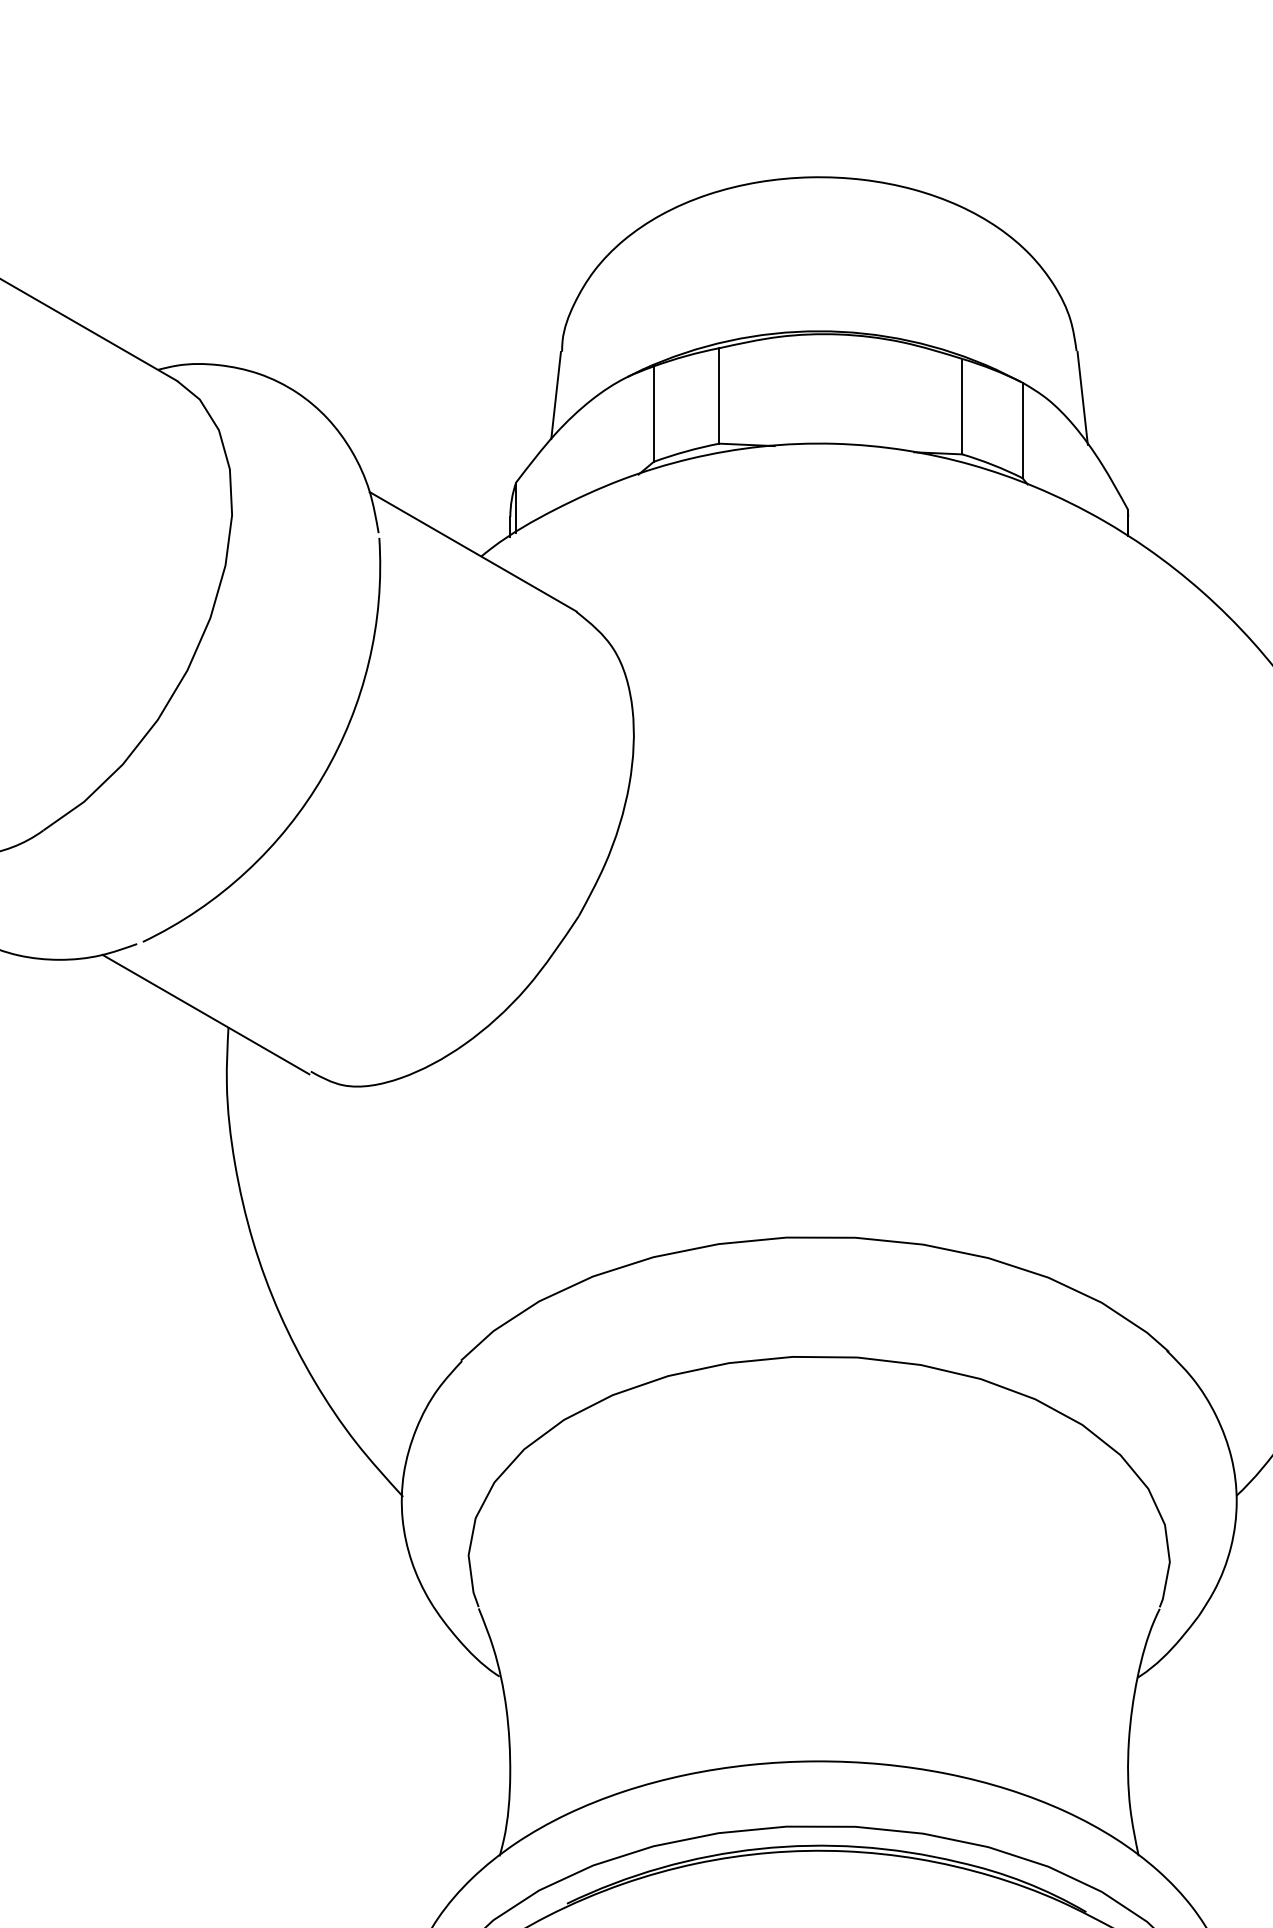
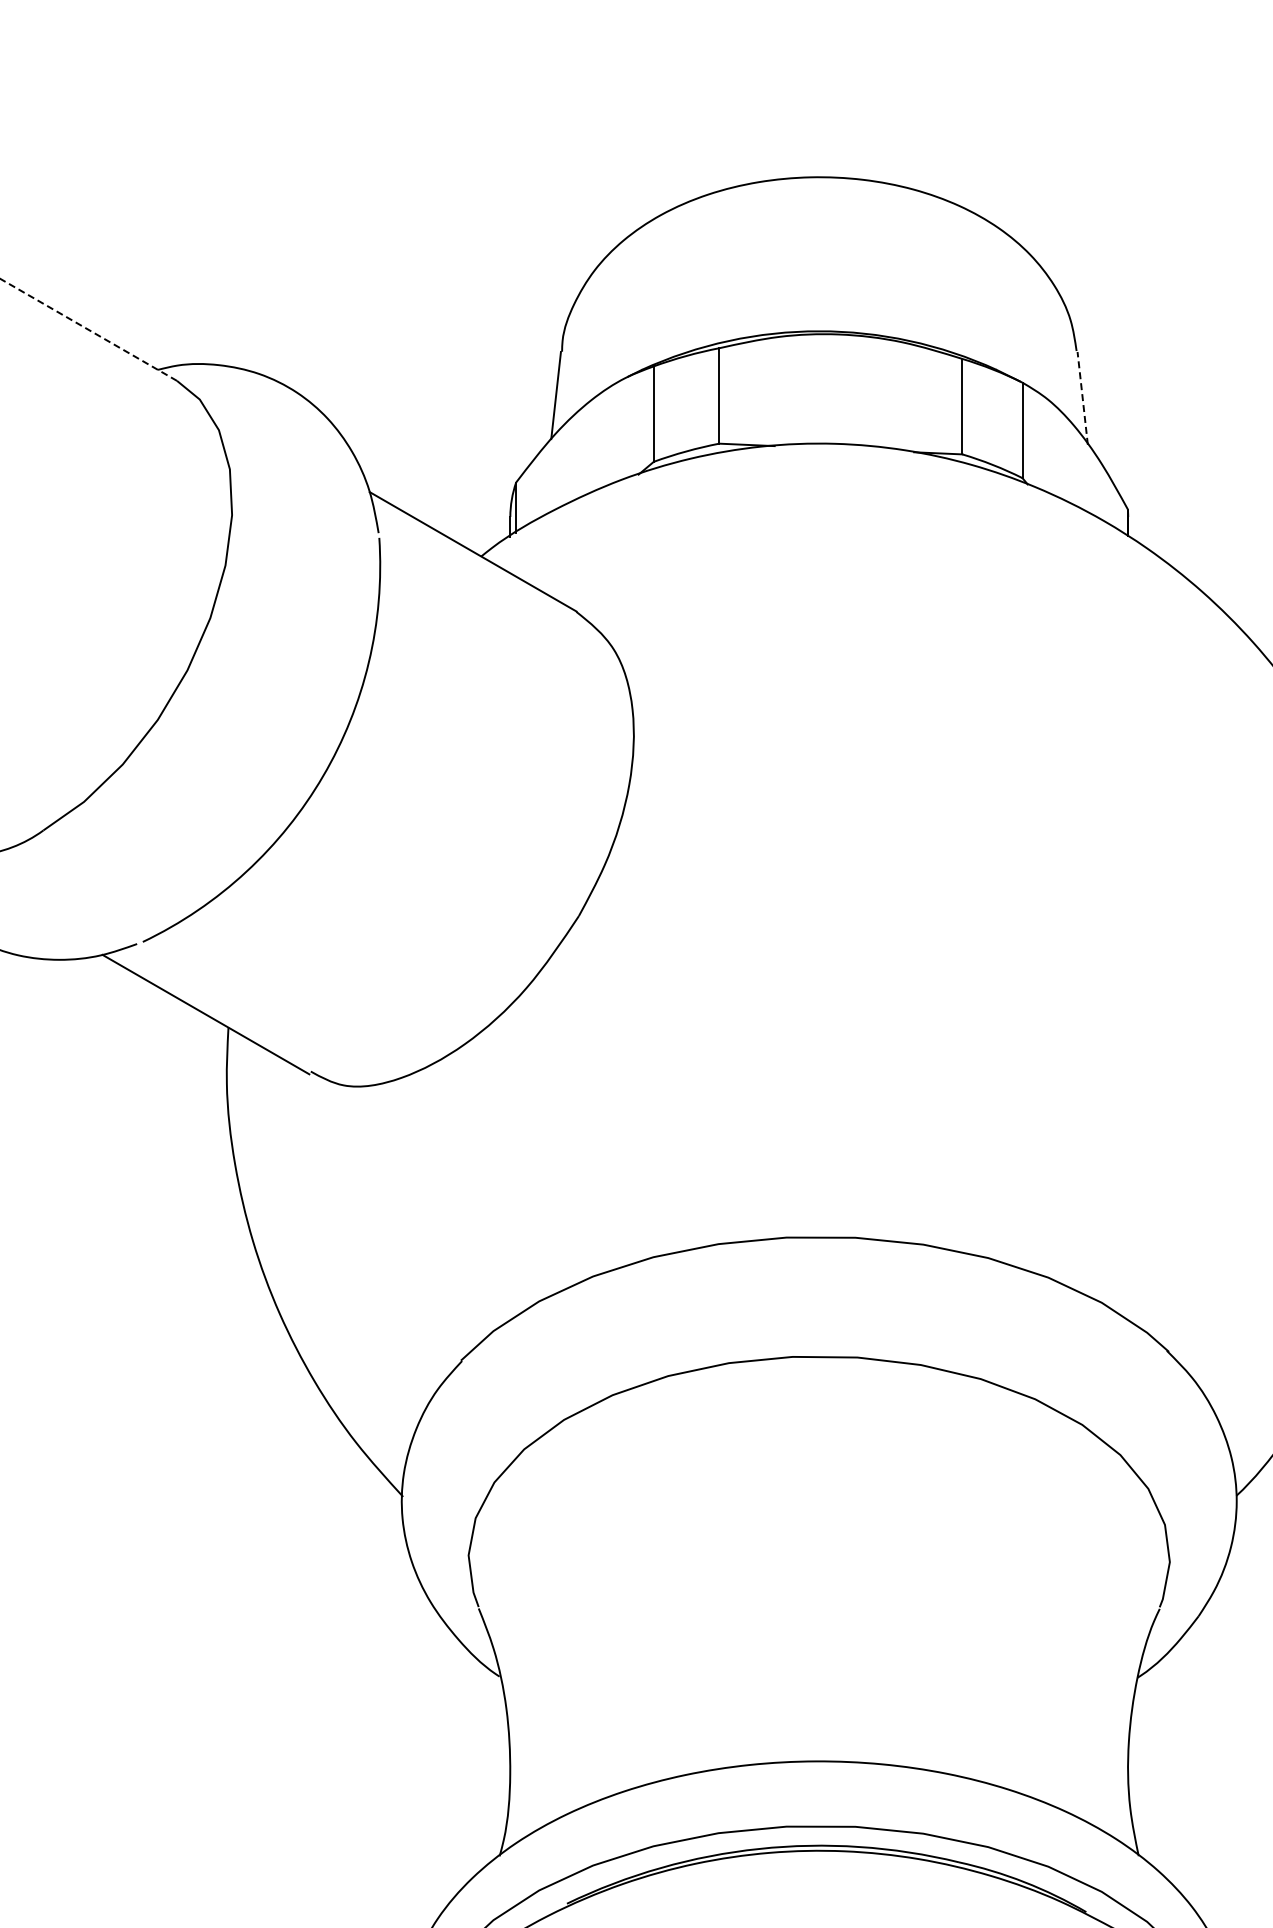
line at (88, 329): solid -> dashed
line at (1082, 398): solid -> dashed
